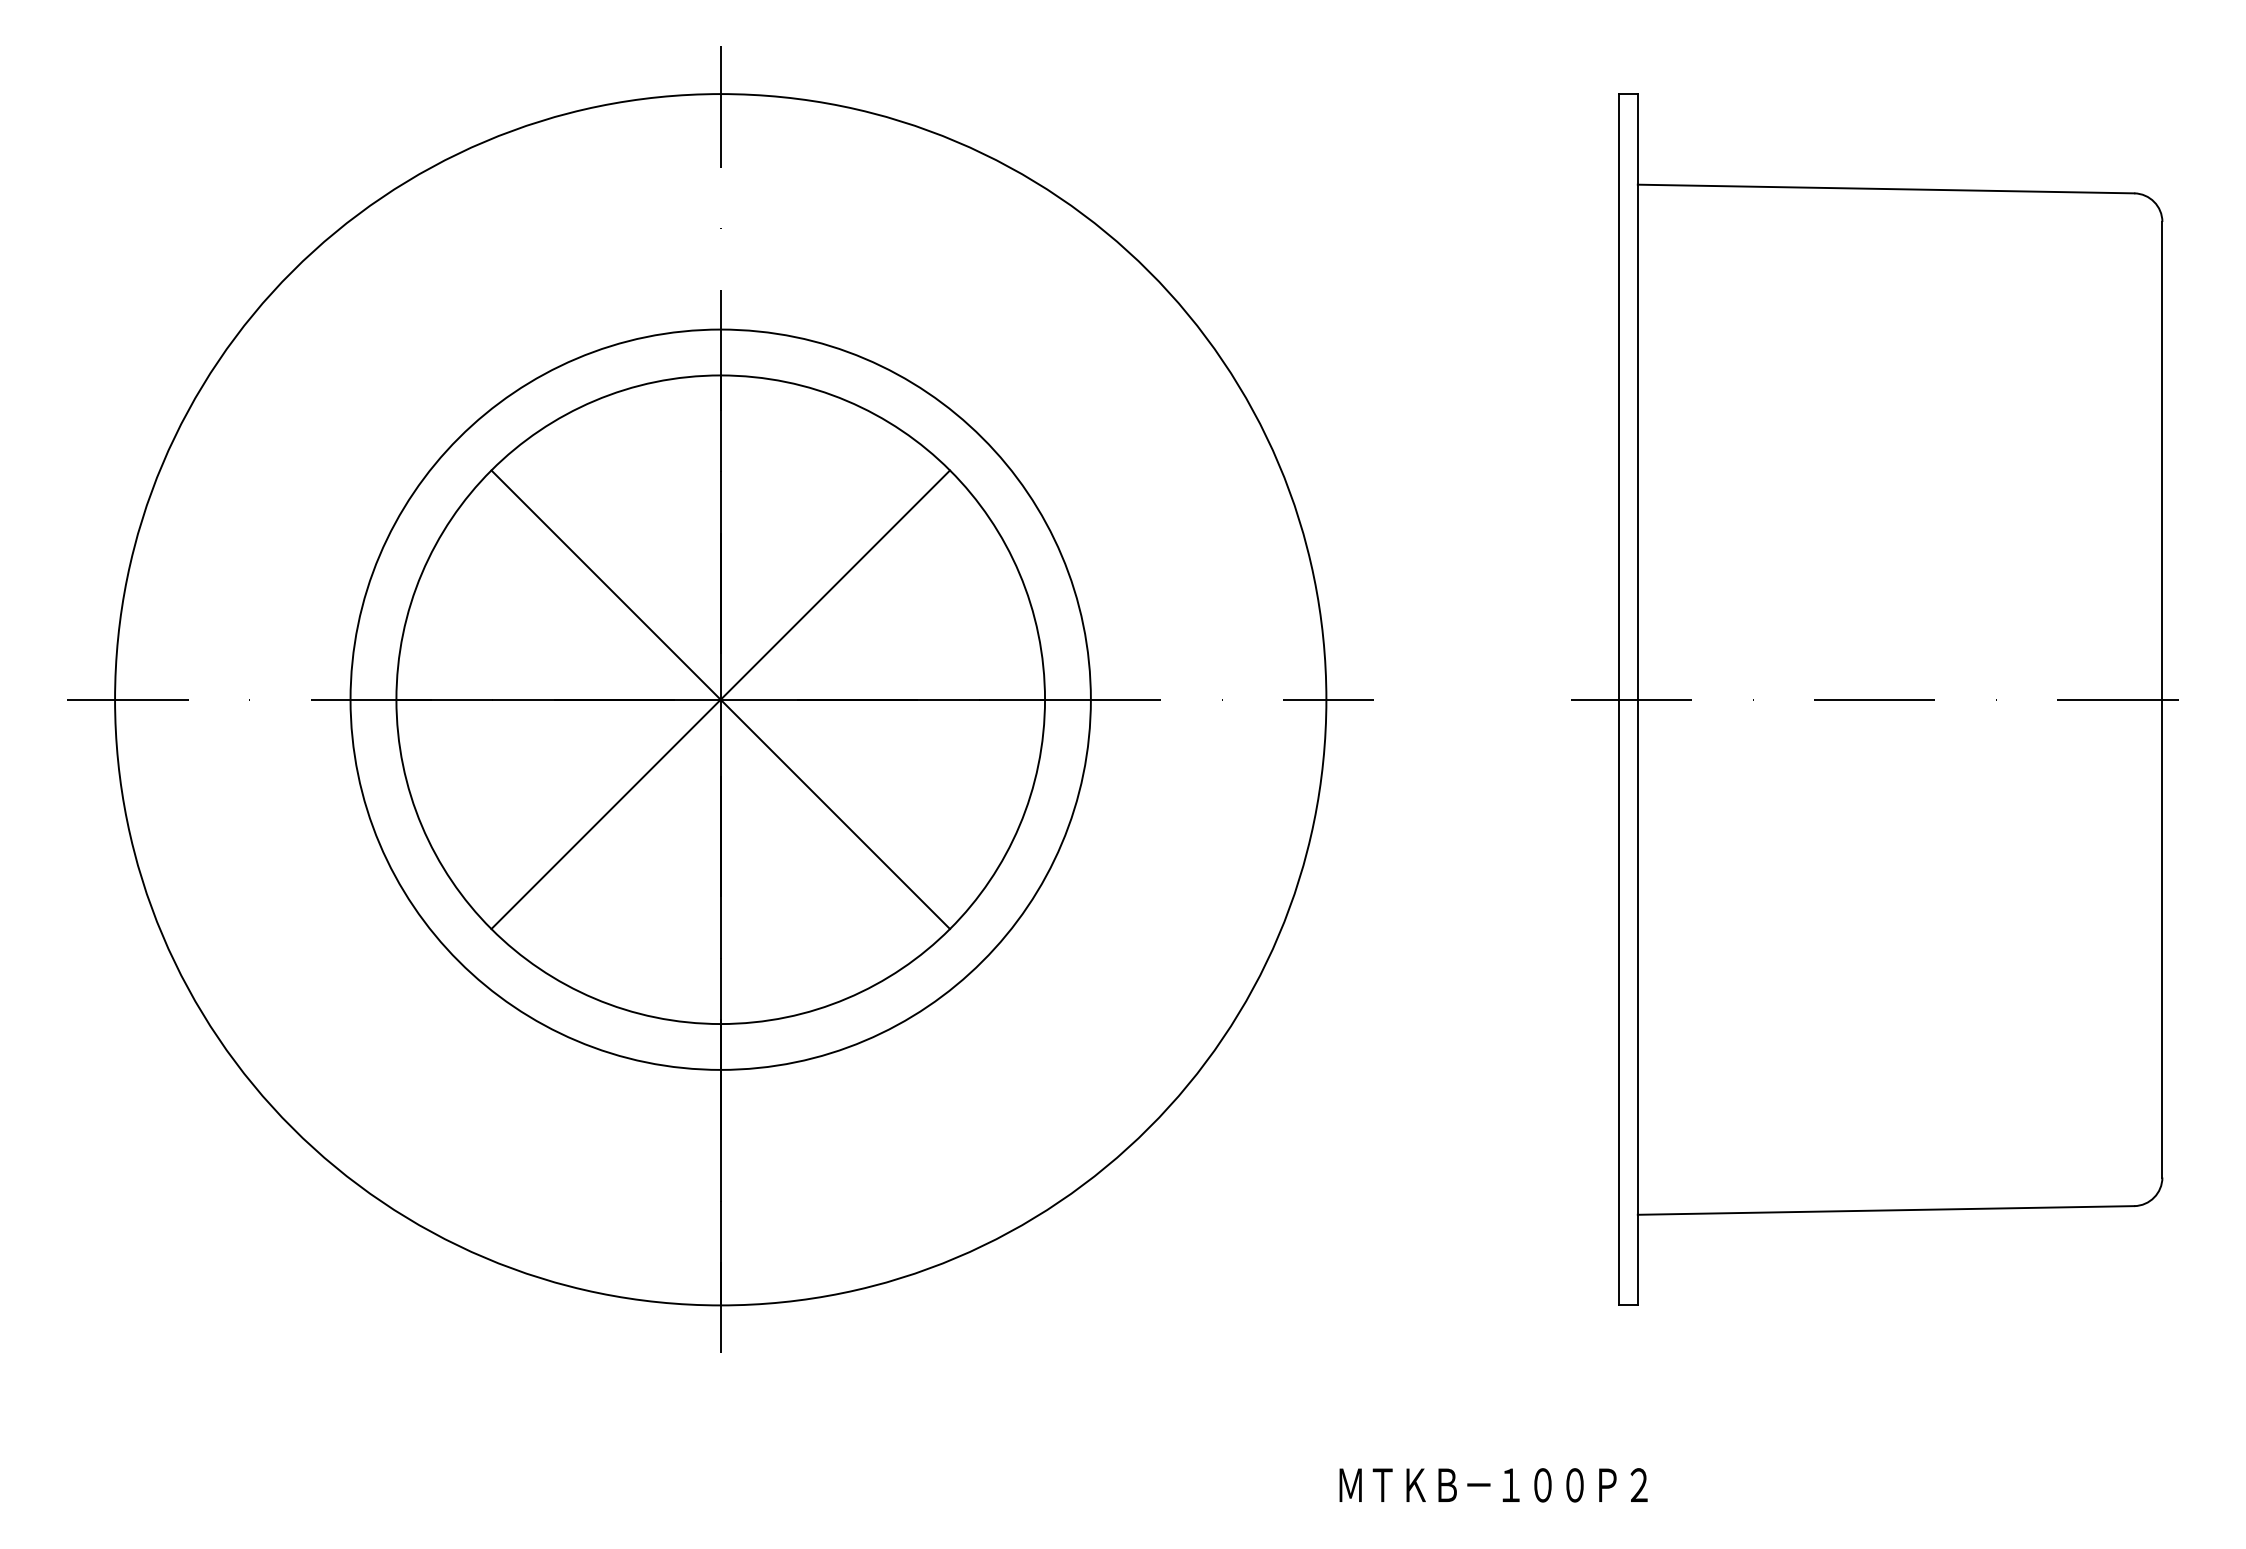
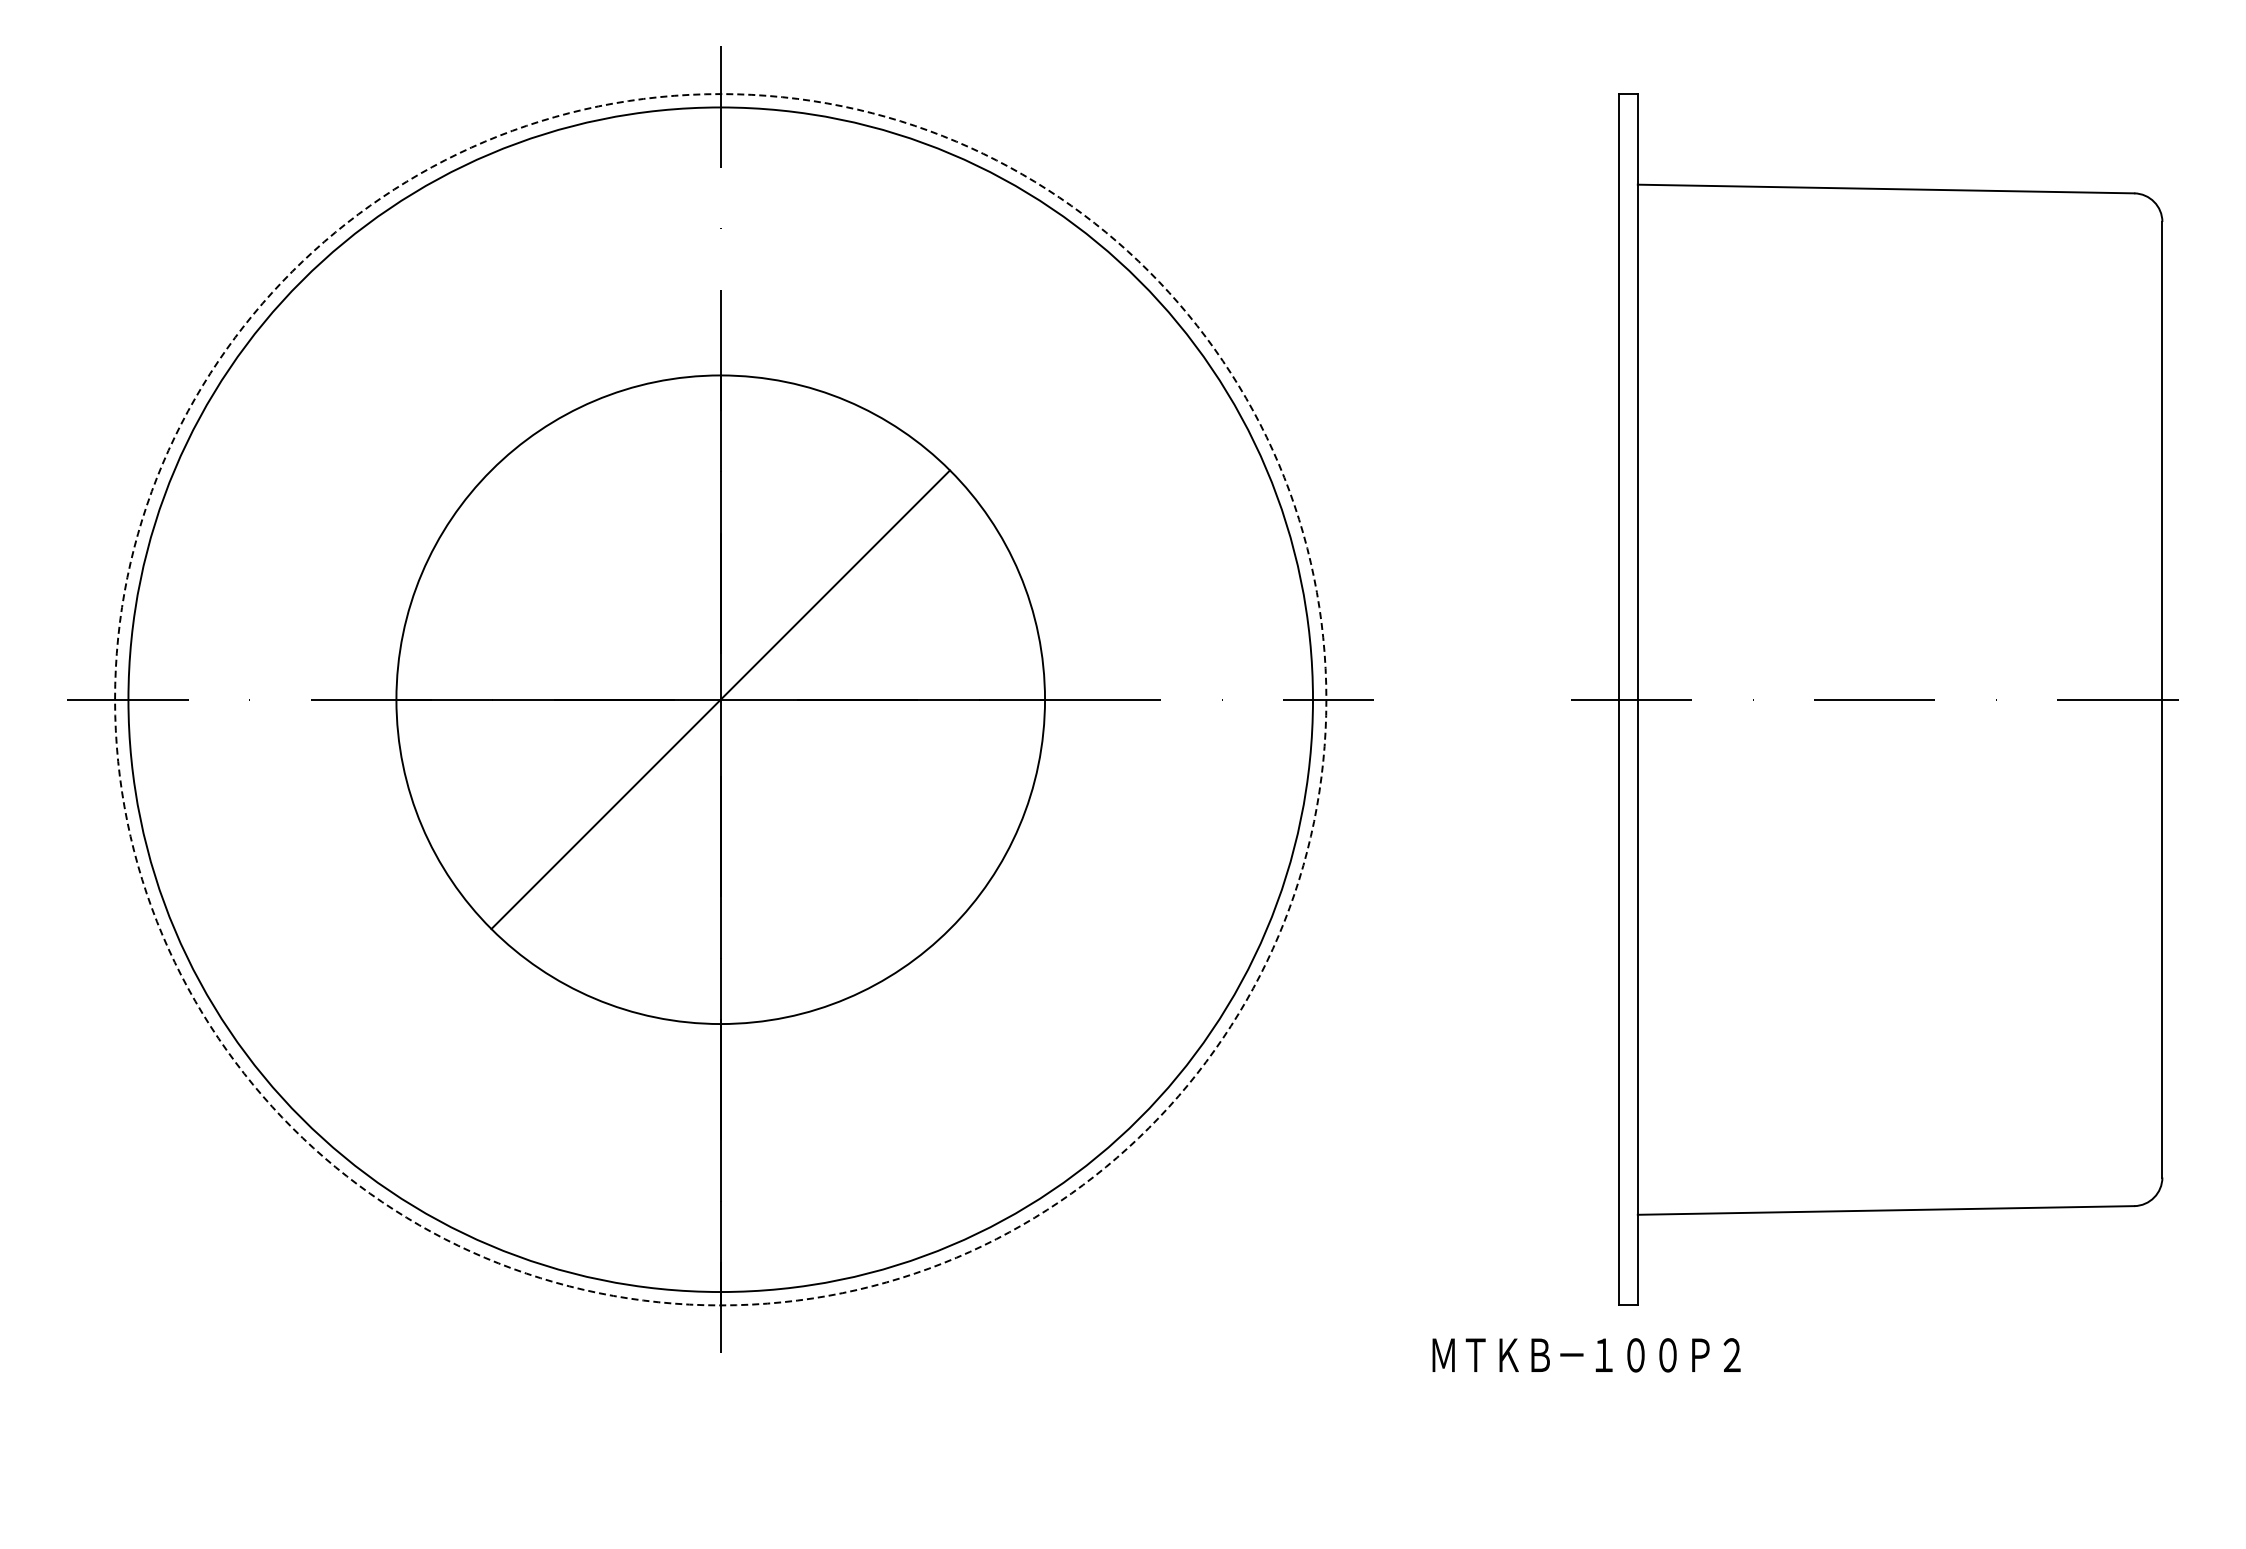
circle at (720, 699) diameter: 740 px -> 1185 px
circle at (720, 699): solid -> dashed
line at (720, 699): present -> none
text at (1493, 1485) position: (1493, 1485) -> (1586, 1355)
